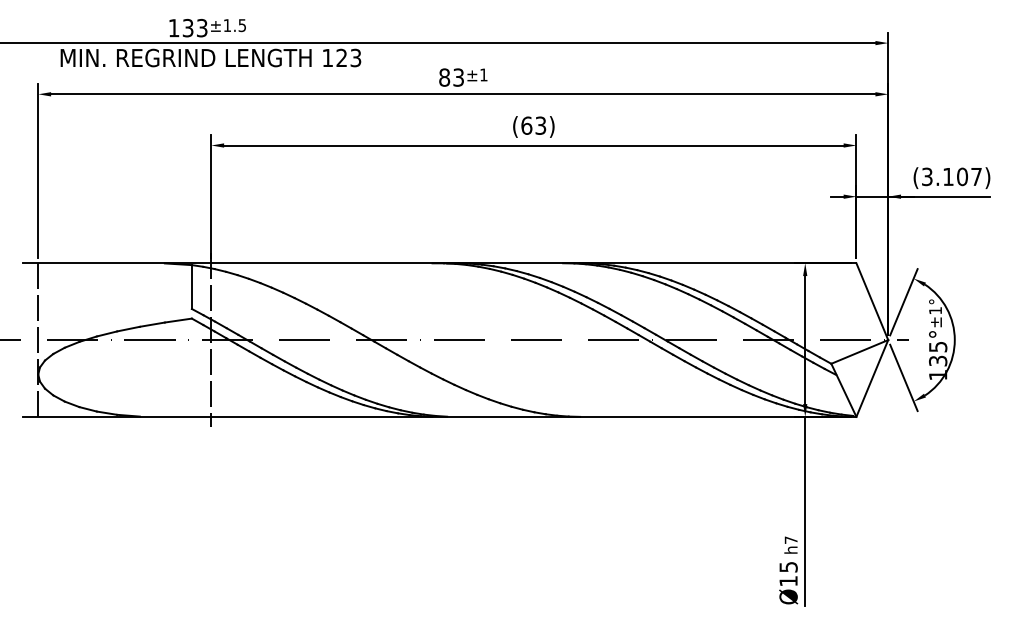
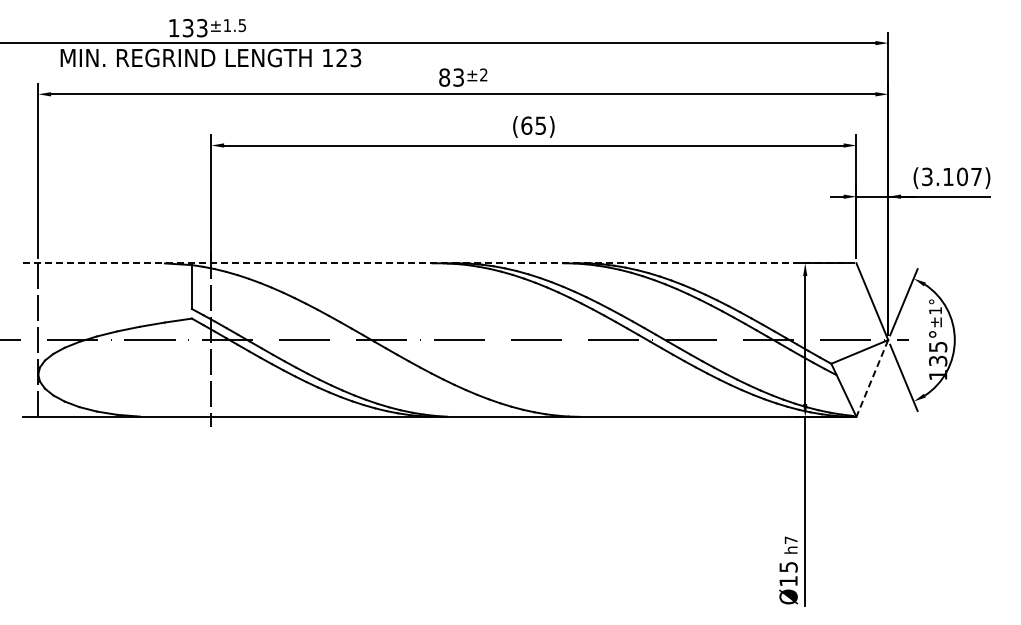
text at (483, 74): ±1 -> ±2
text at (541, 125): (63) -> (65)
line at (439, 263): solid -> dashed
line at (872, 378): solid -> dashed
